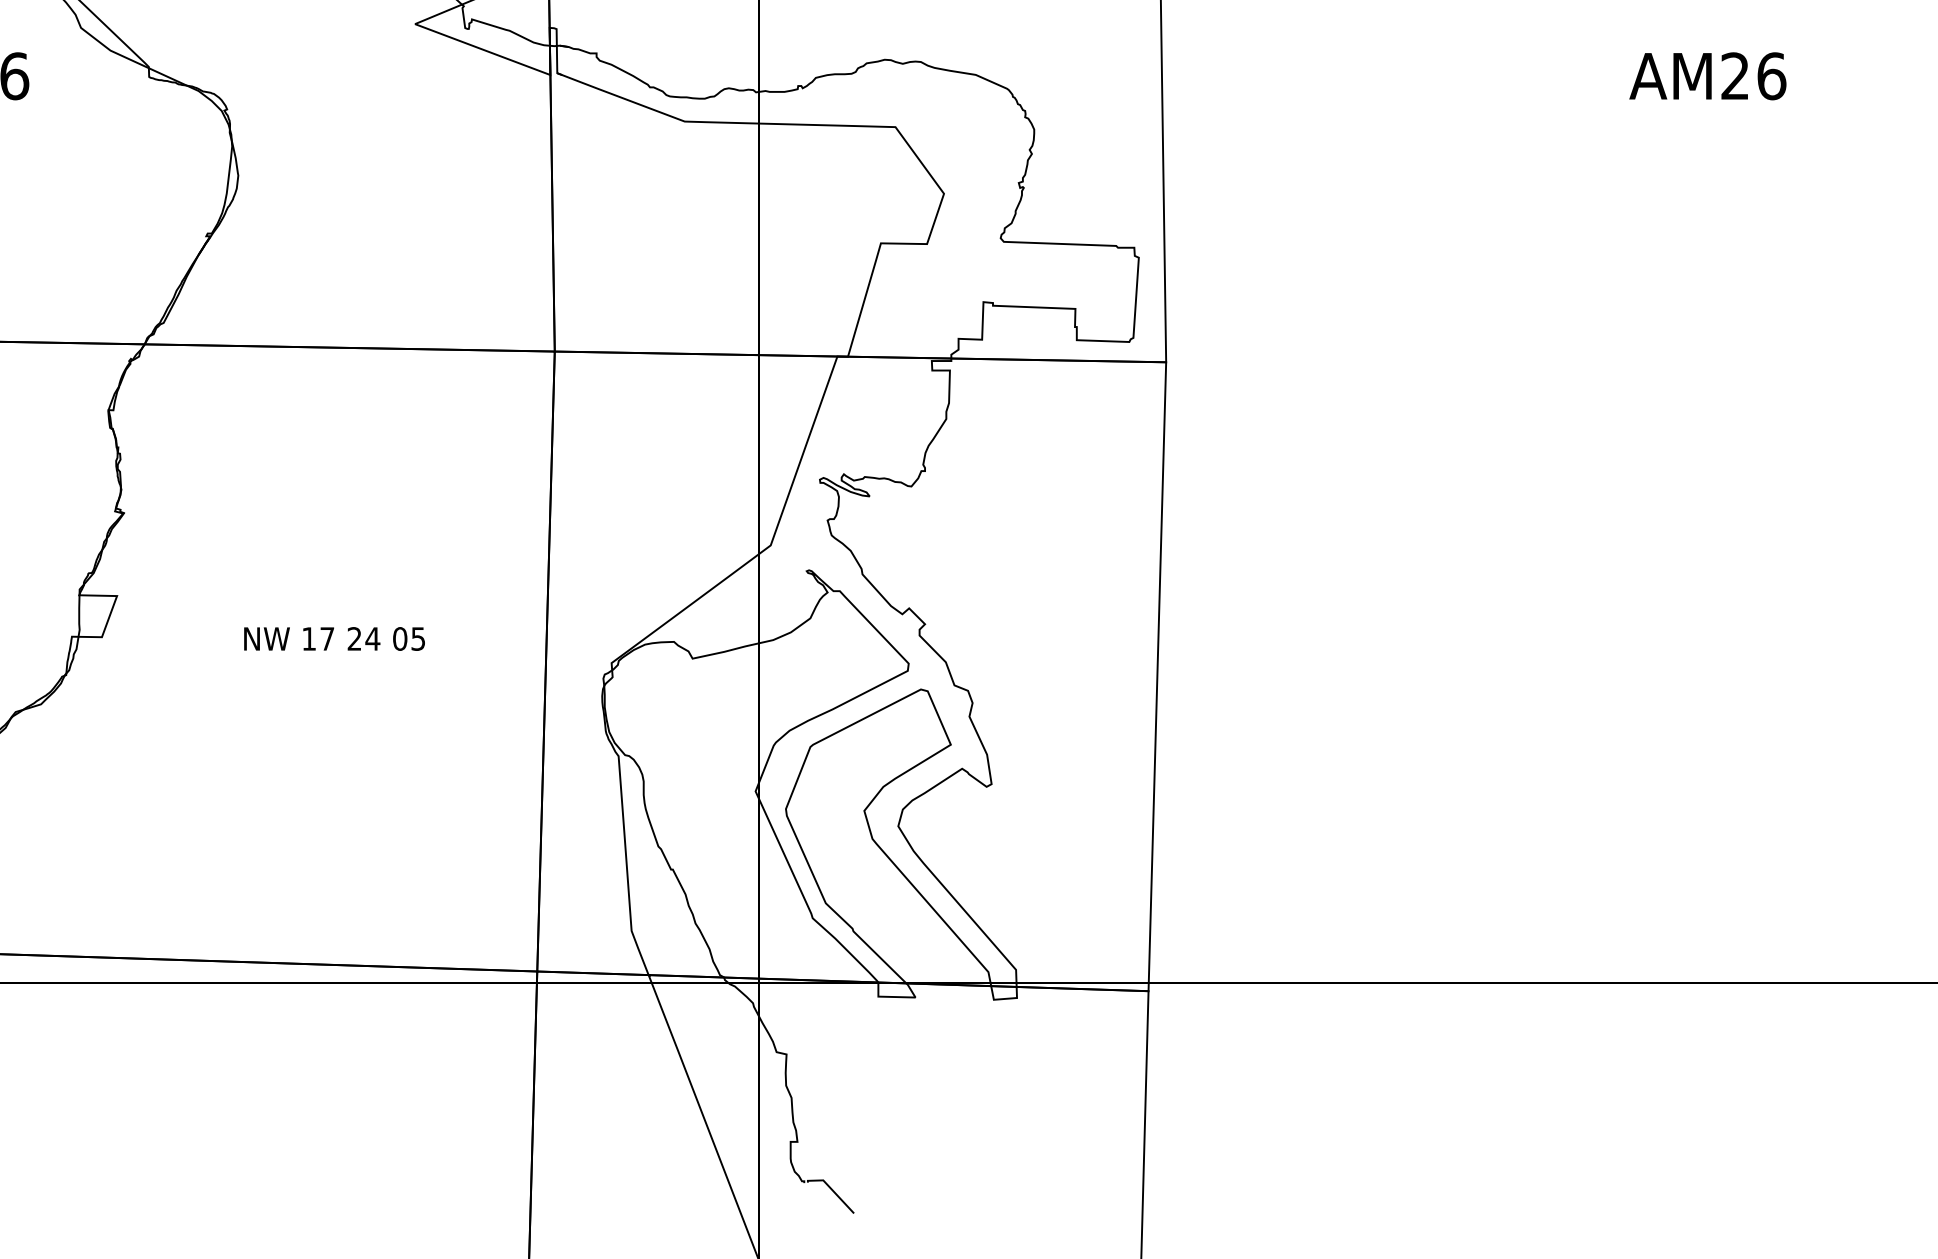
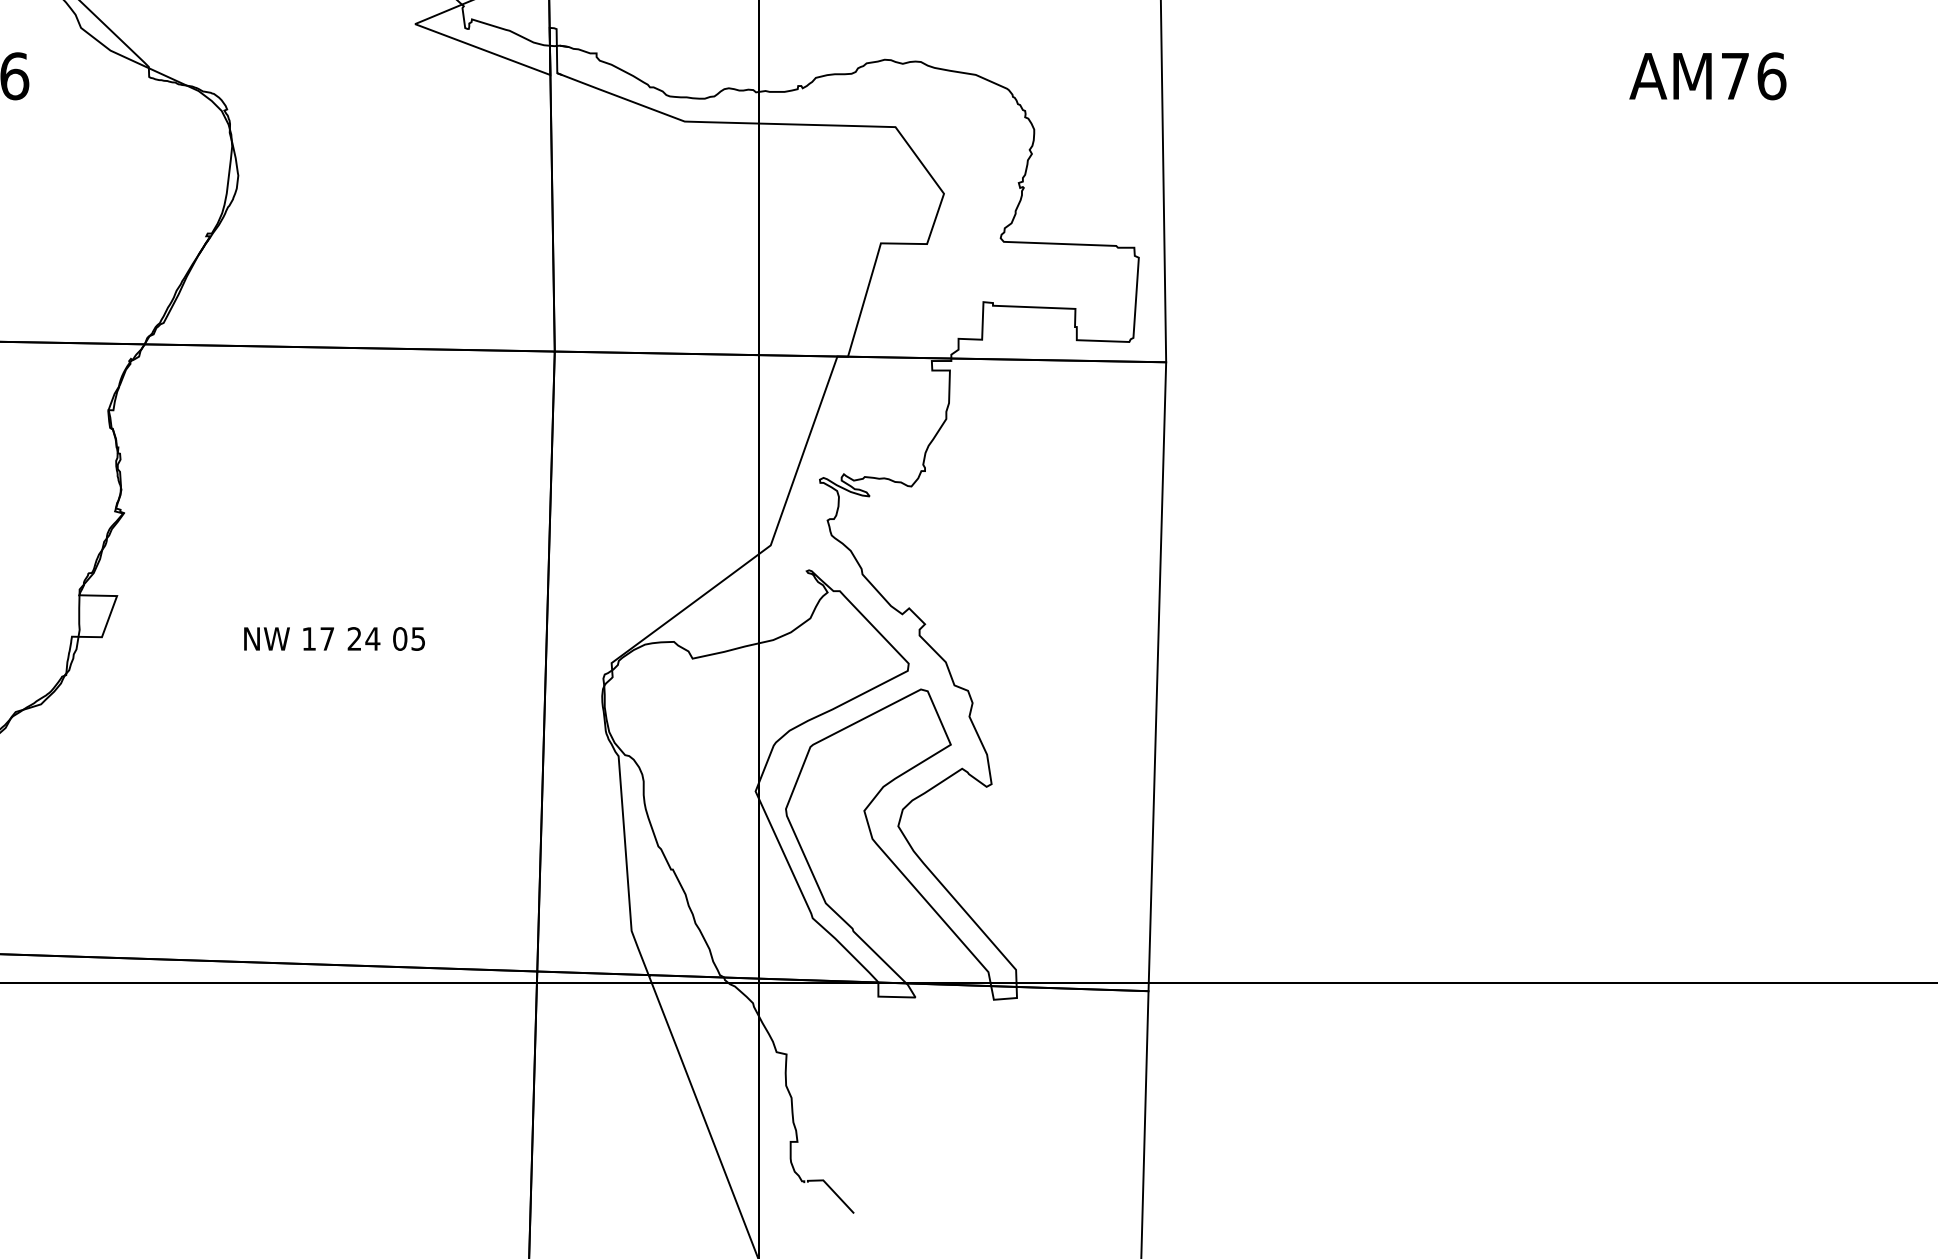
text at (1734, 75): AM26 -> AM76
